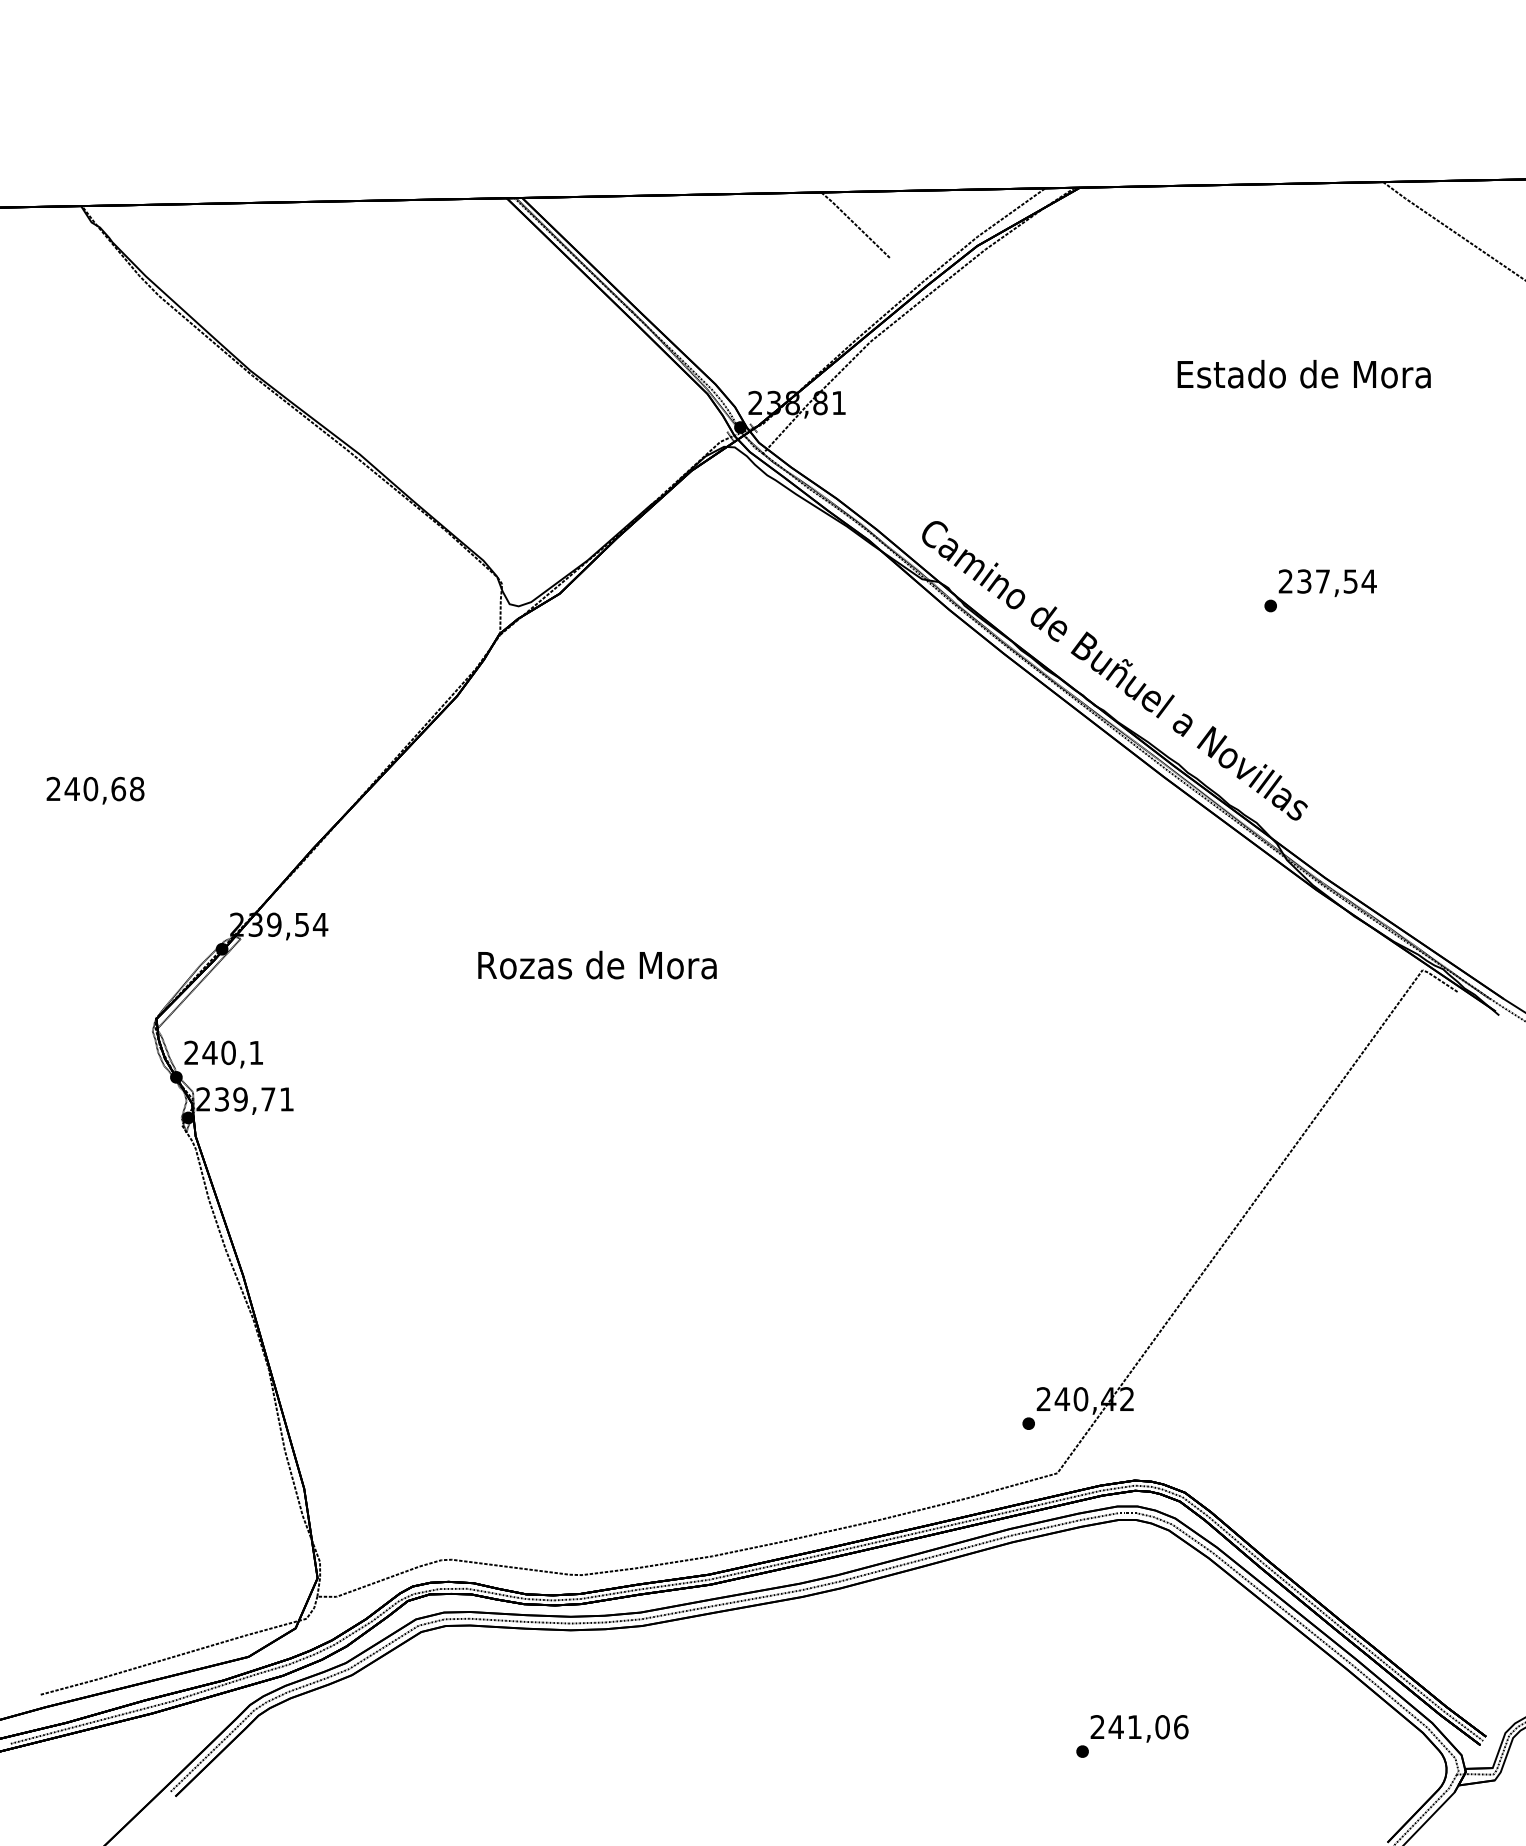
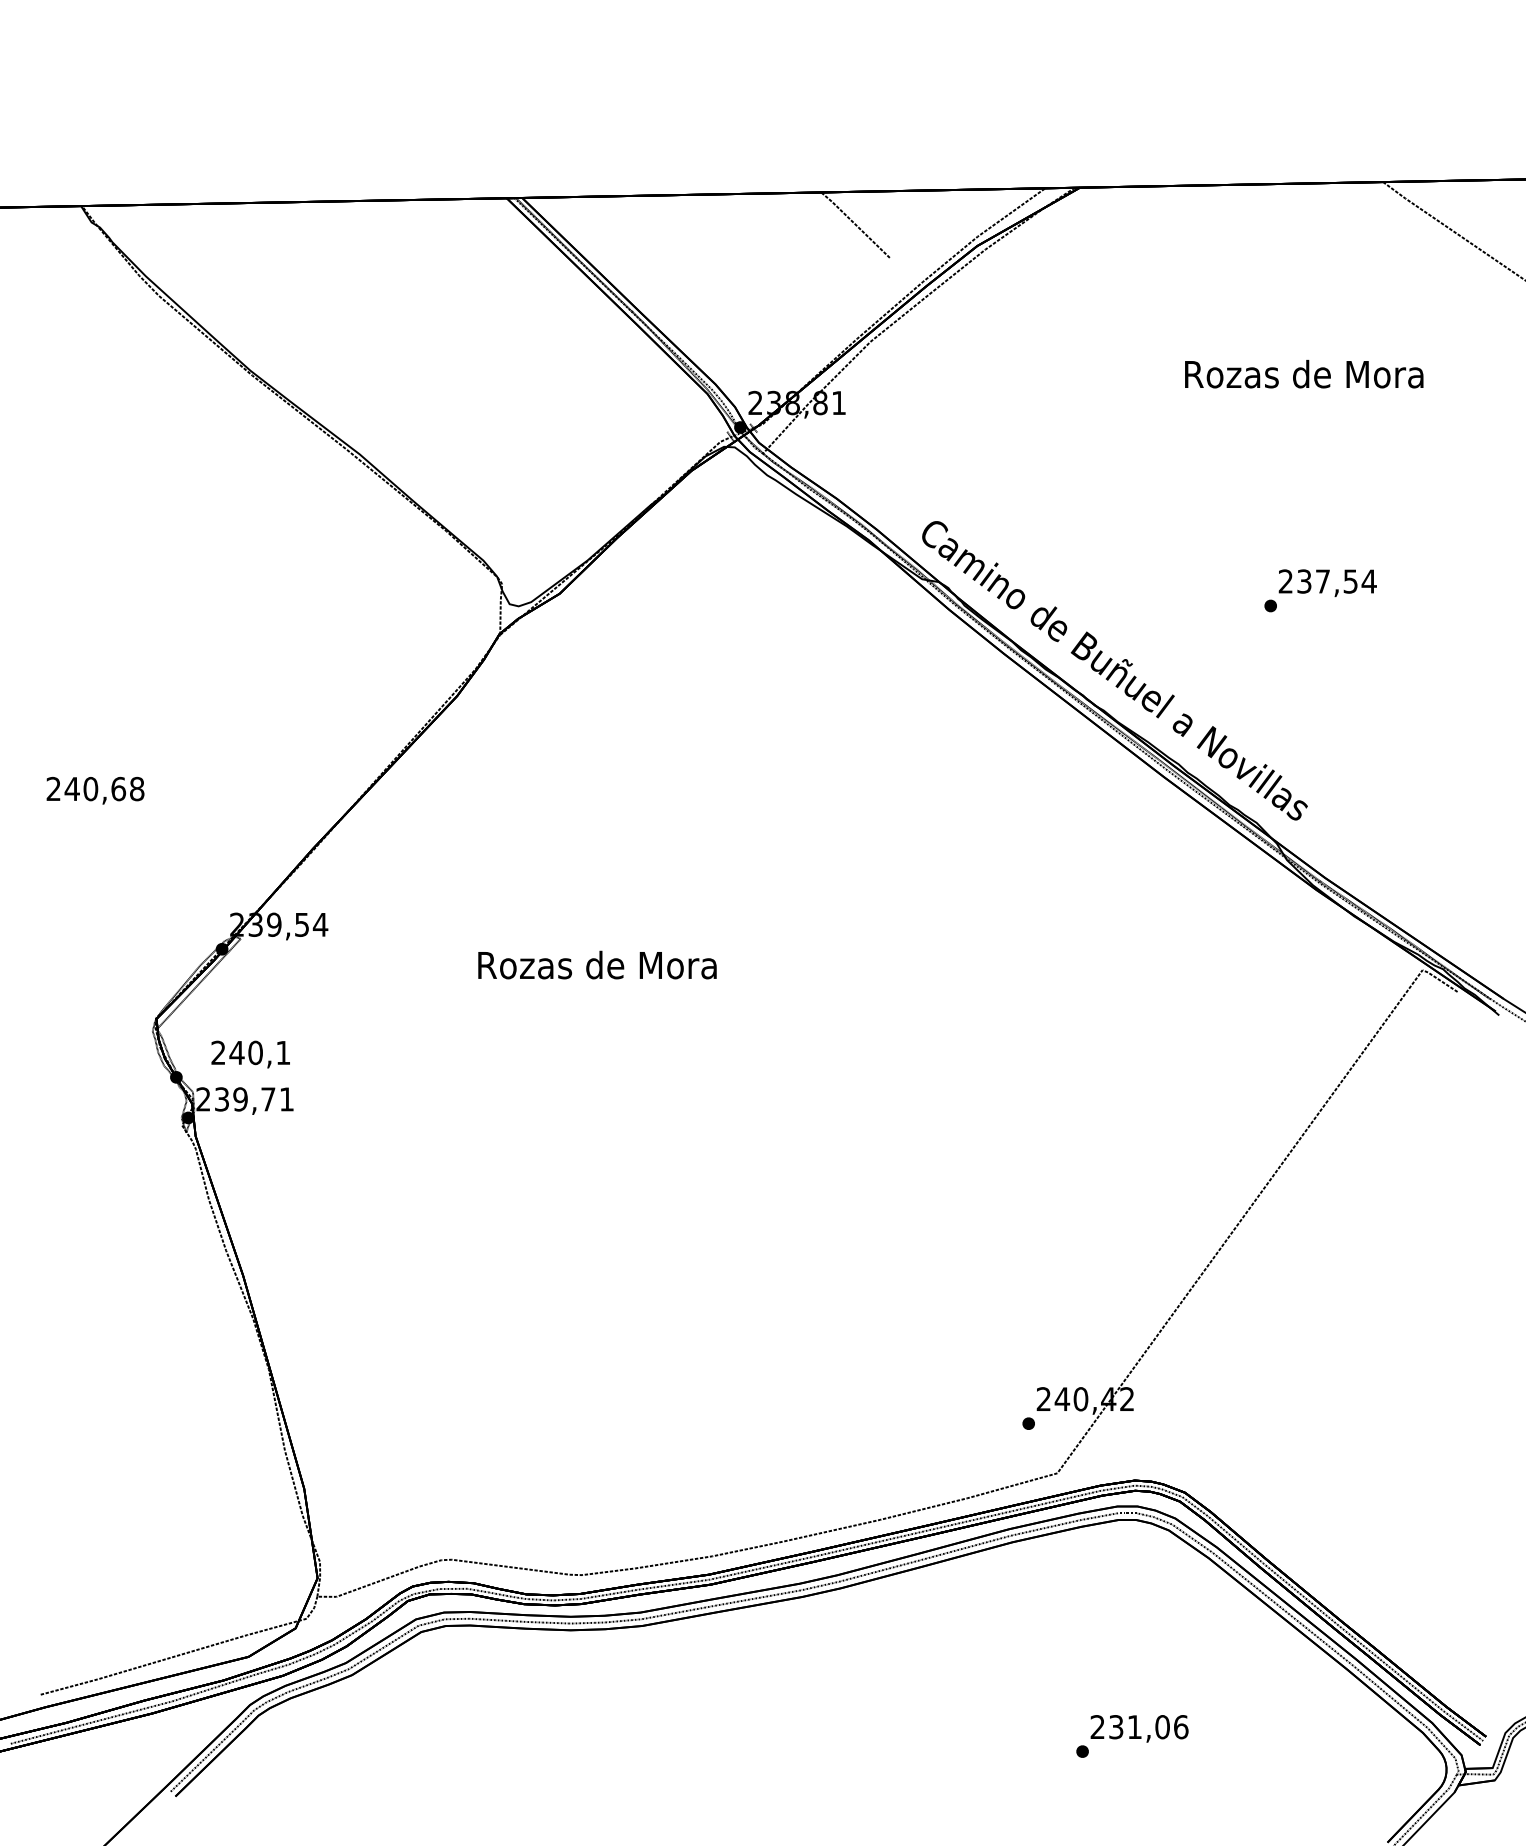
text at (1303, 373): Estado de Mora -> Rozas de Mora
text at (223, 1054) position: (223, 1054) -> (250, 1054)
text at (1115, 1727): 241,06 -> 231,06
